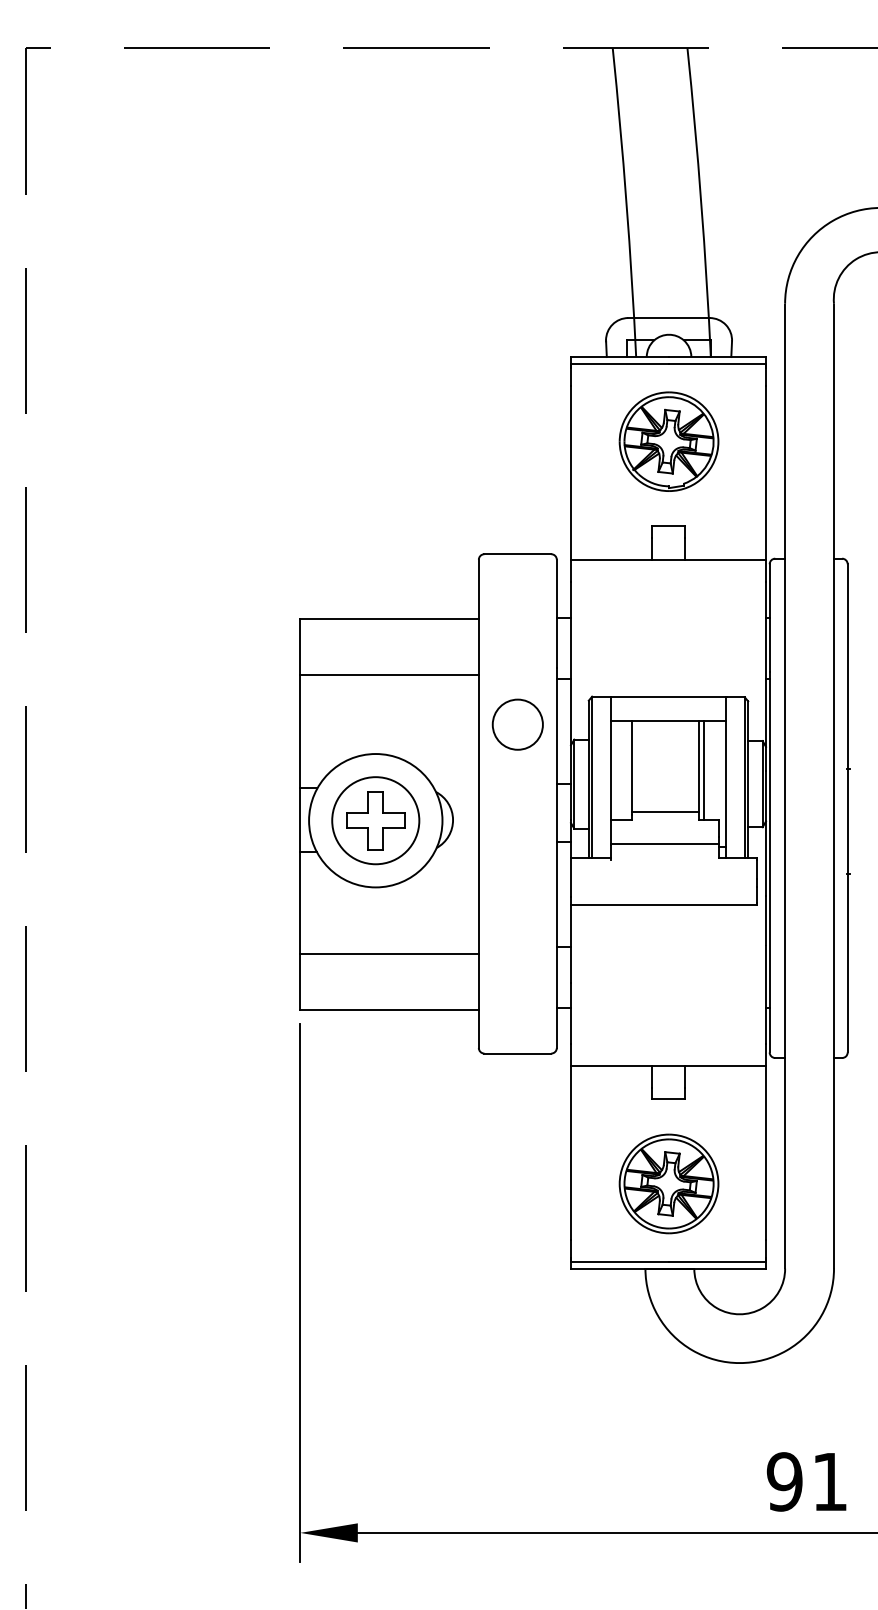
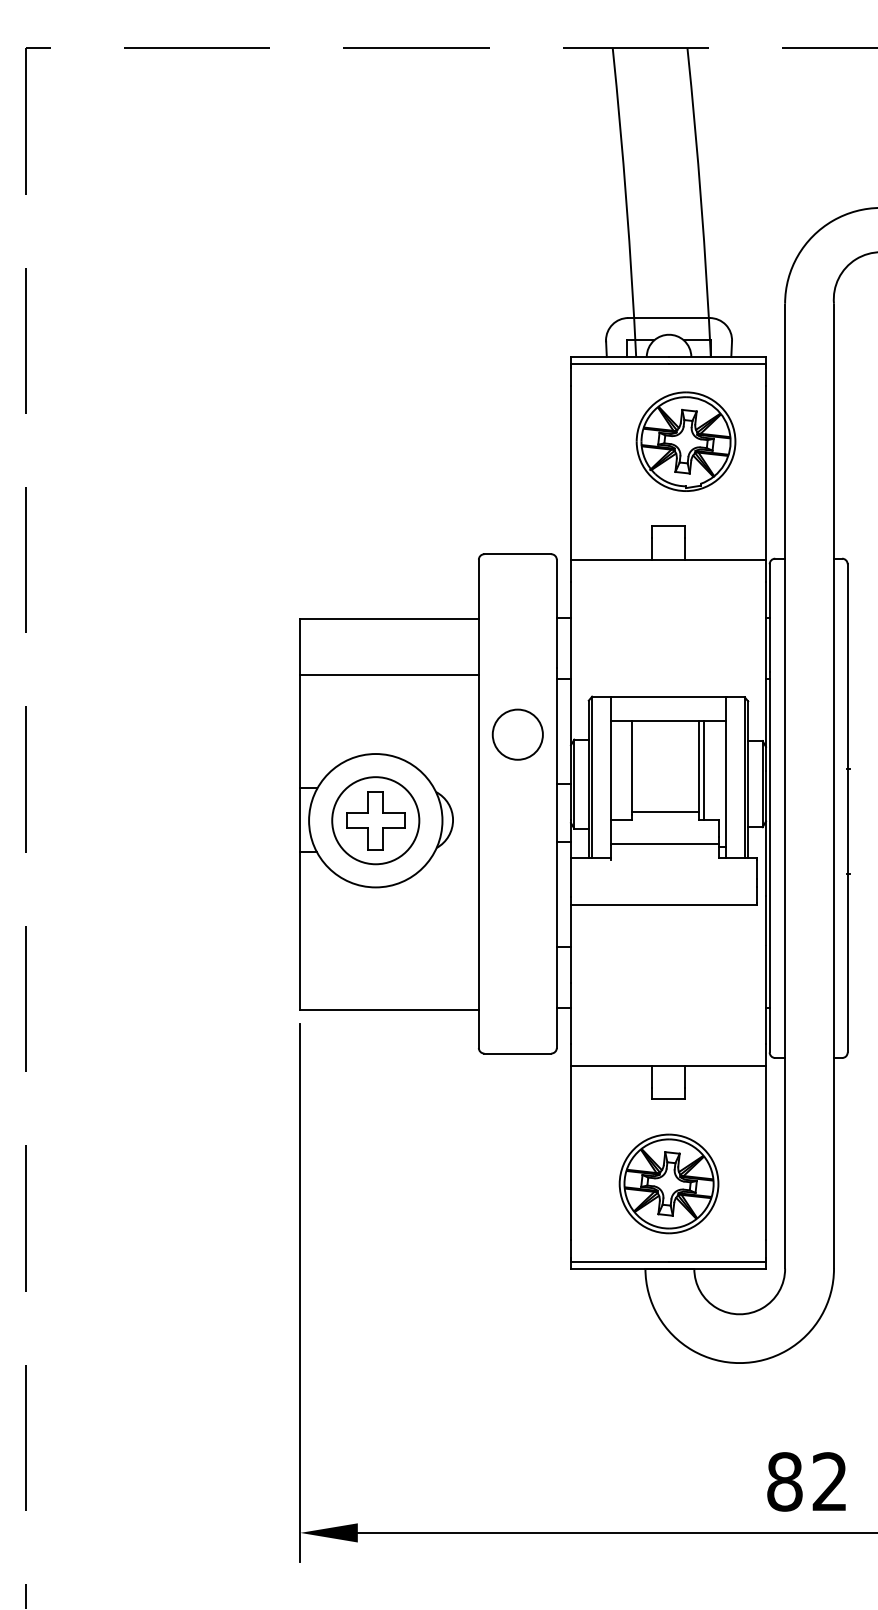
part at (668, 441) position: (668, 441) -> (685, 441)
circle at (517, 724) position: (517, 724) -> (517, 734)
line at (389, 953): present -> none
text at (806, 1481): 91 -> 82
